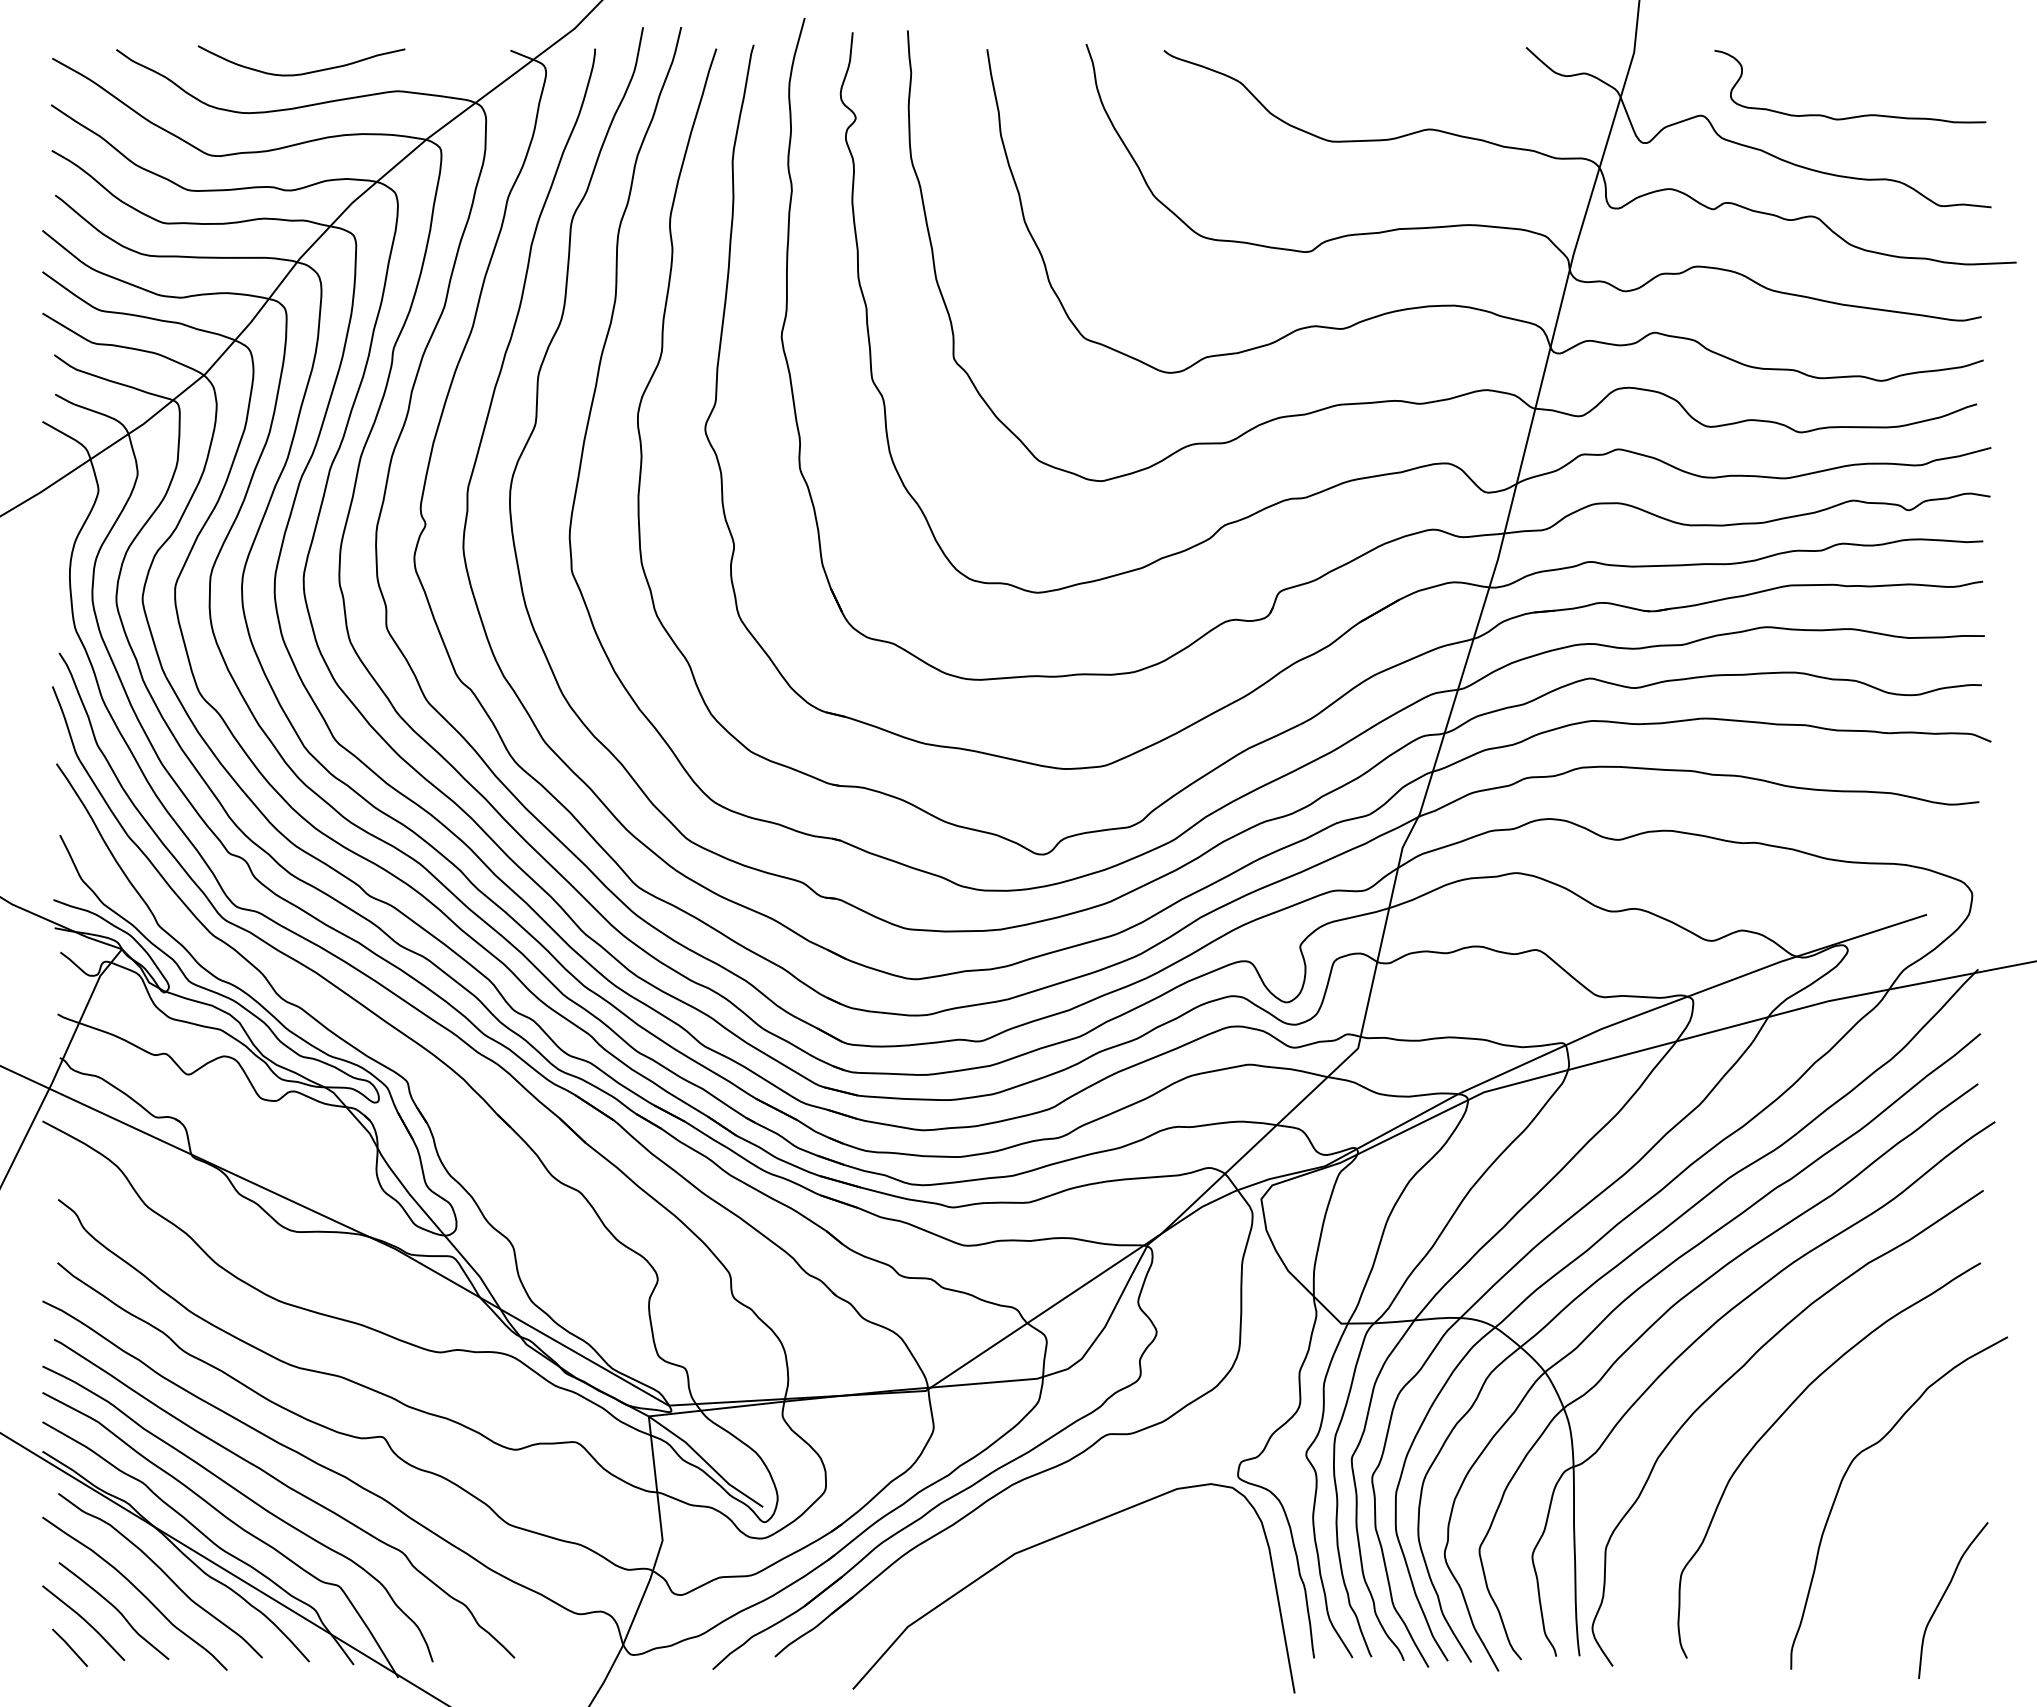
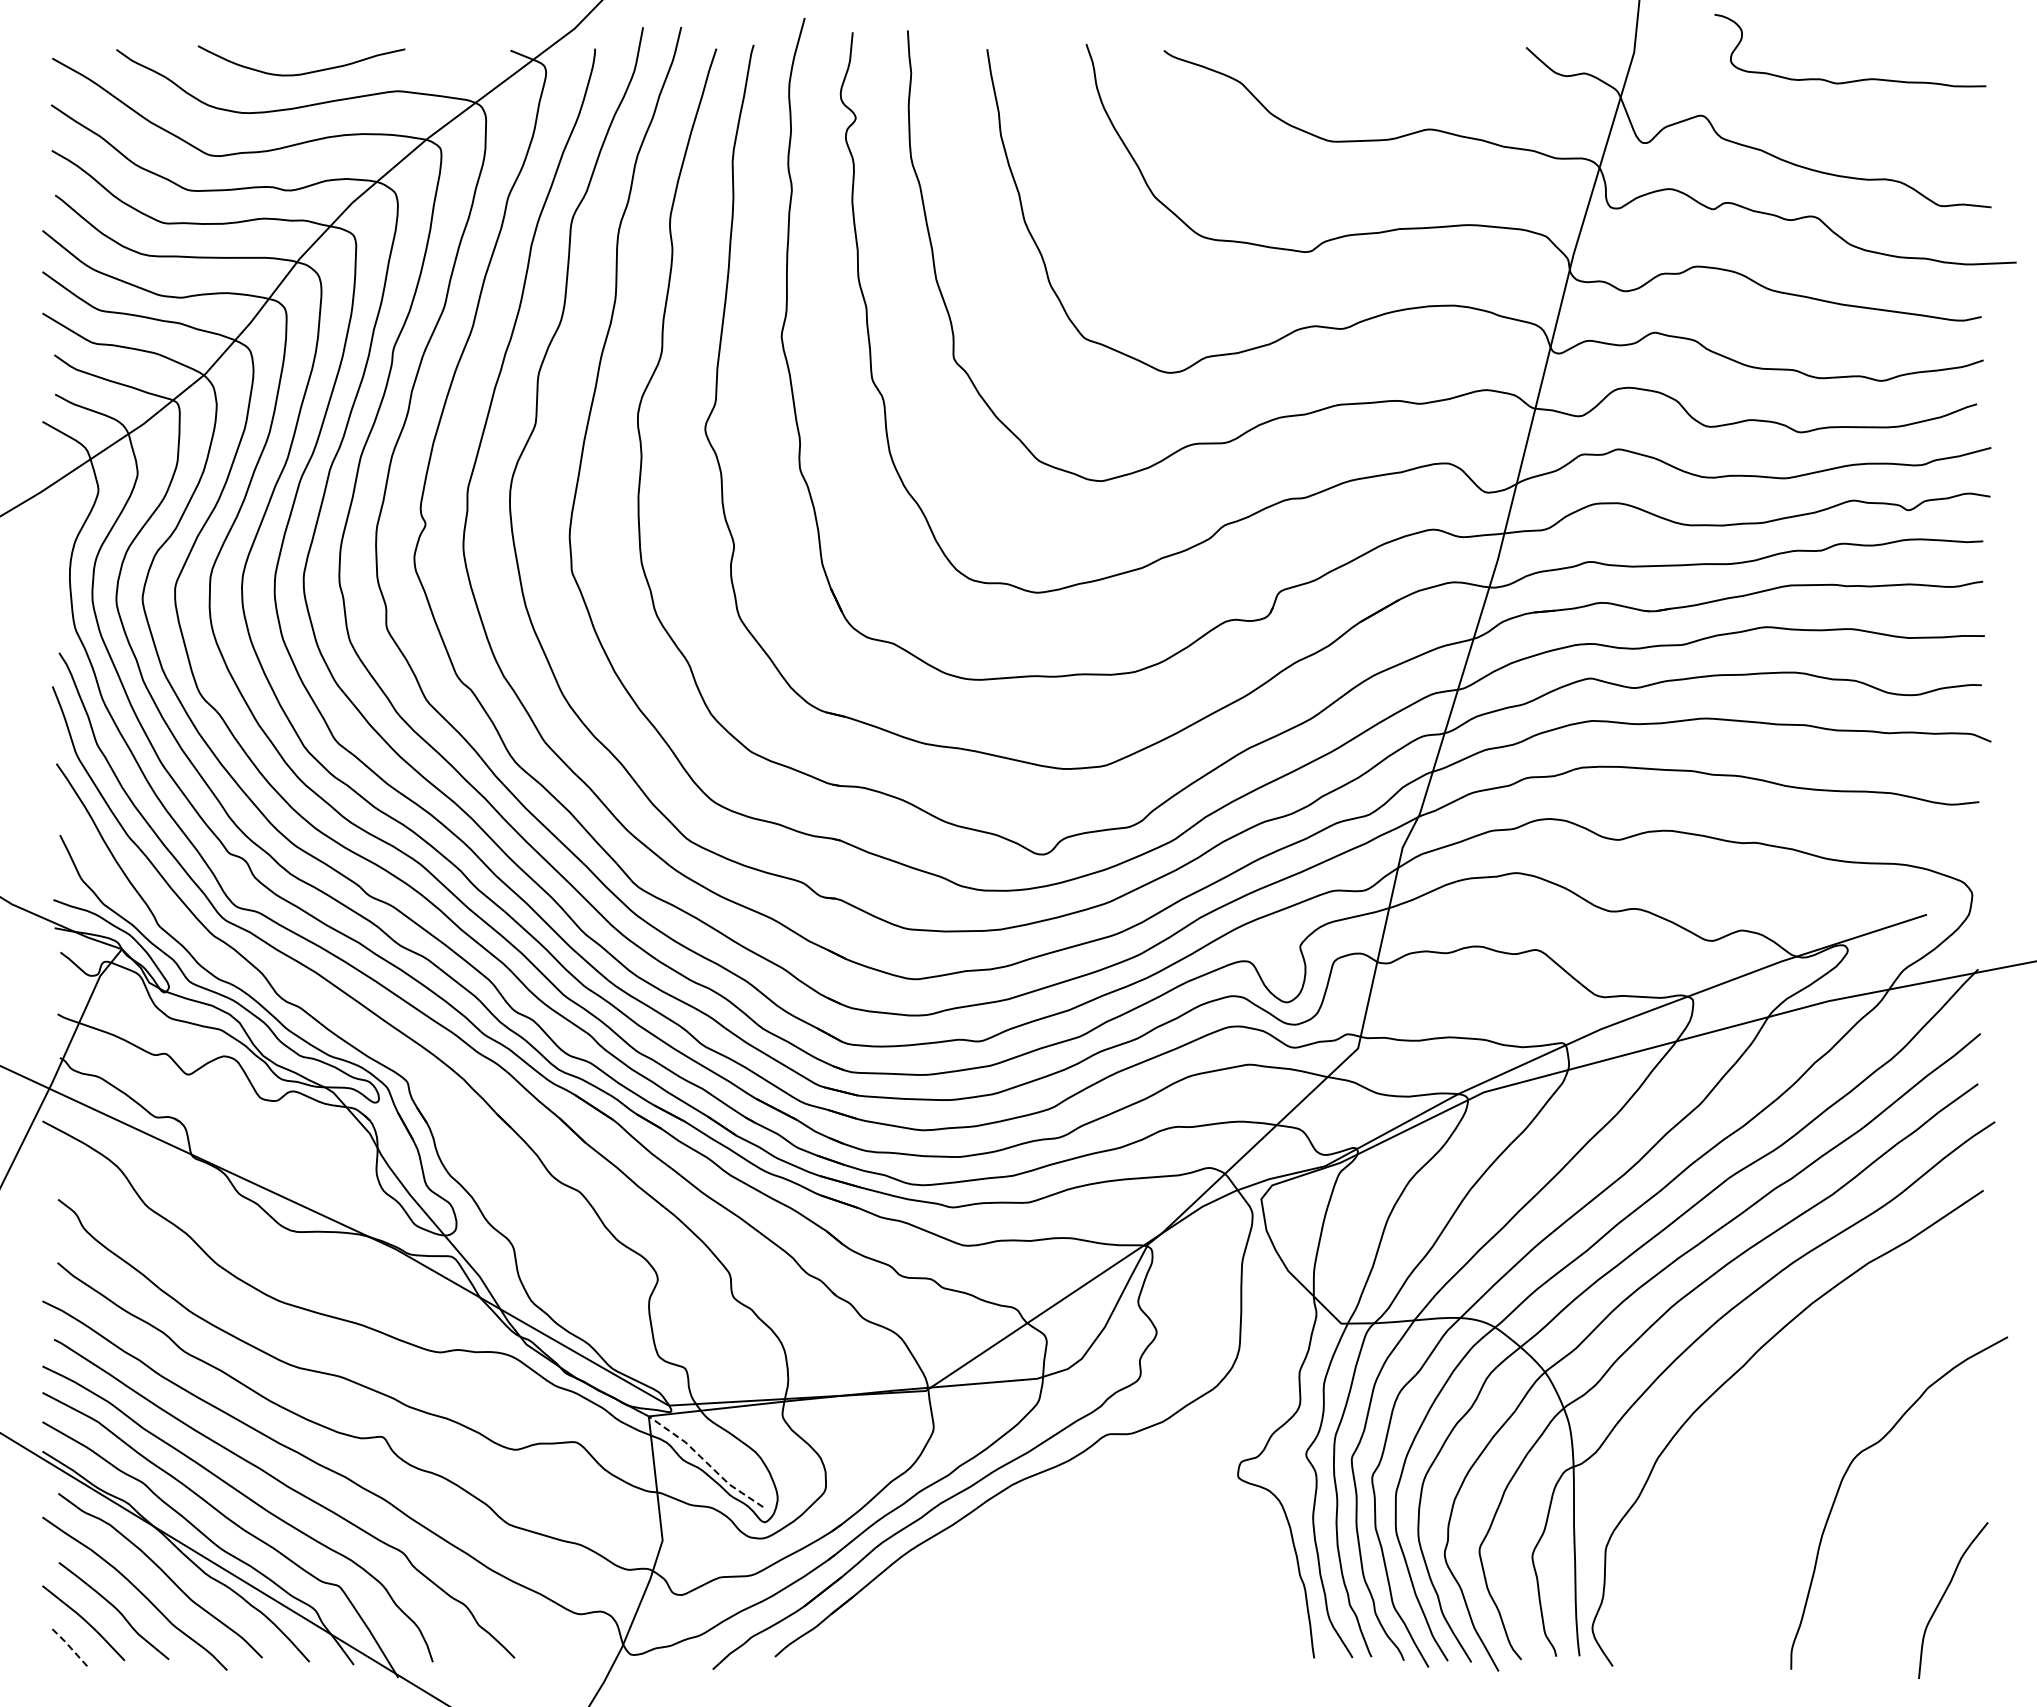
curve at (1851, 116) position: (1851, 116) -> (1851, 80)
curve at (1780, 1418): present -> none
line at (705, 1461): solid -> dashed
curve at (1051, 1540): present -> none
line at (70, 1647): solid -> dashed
